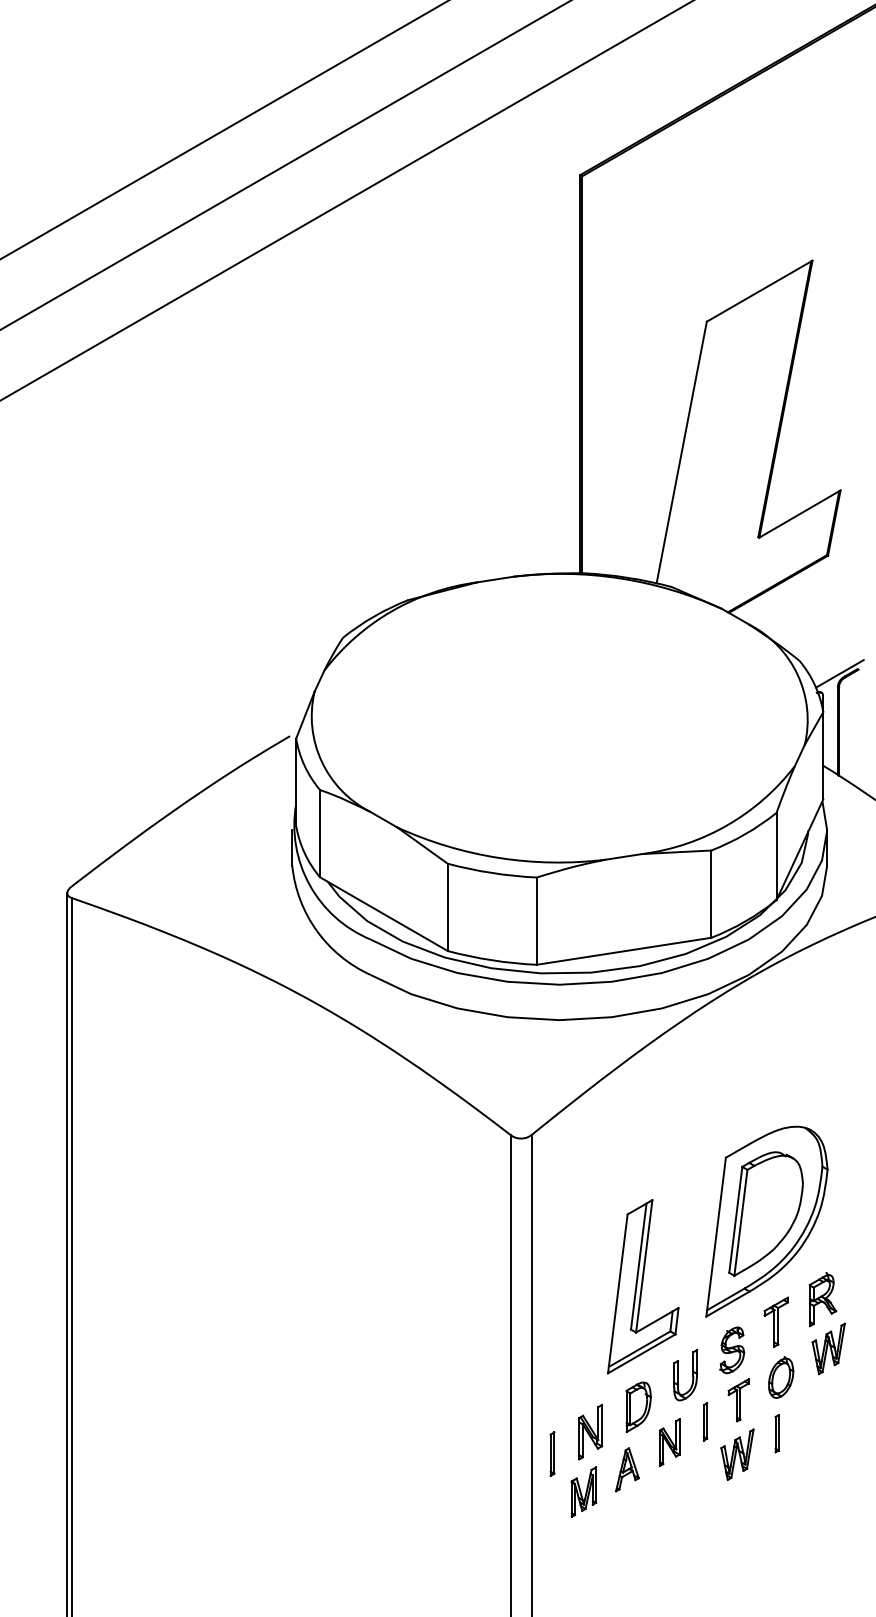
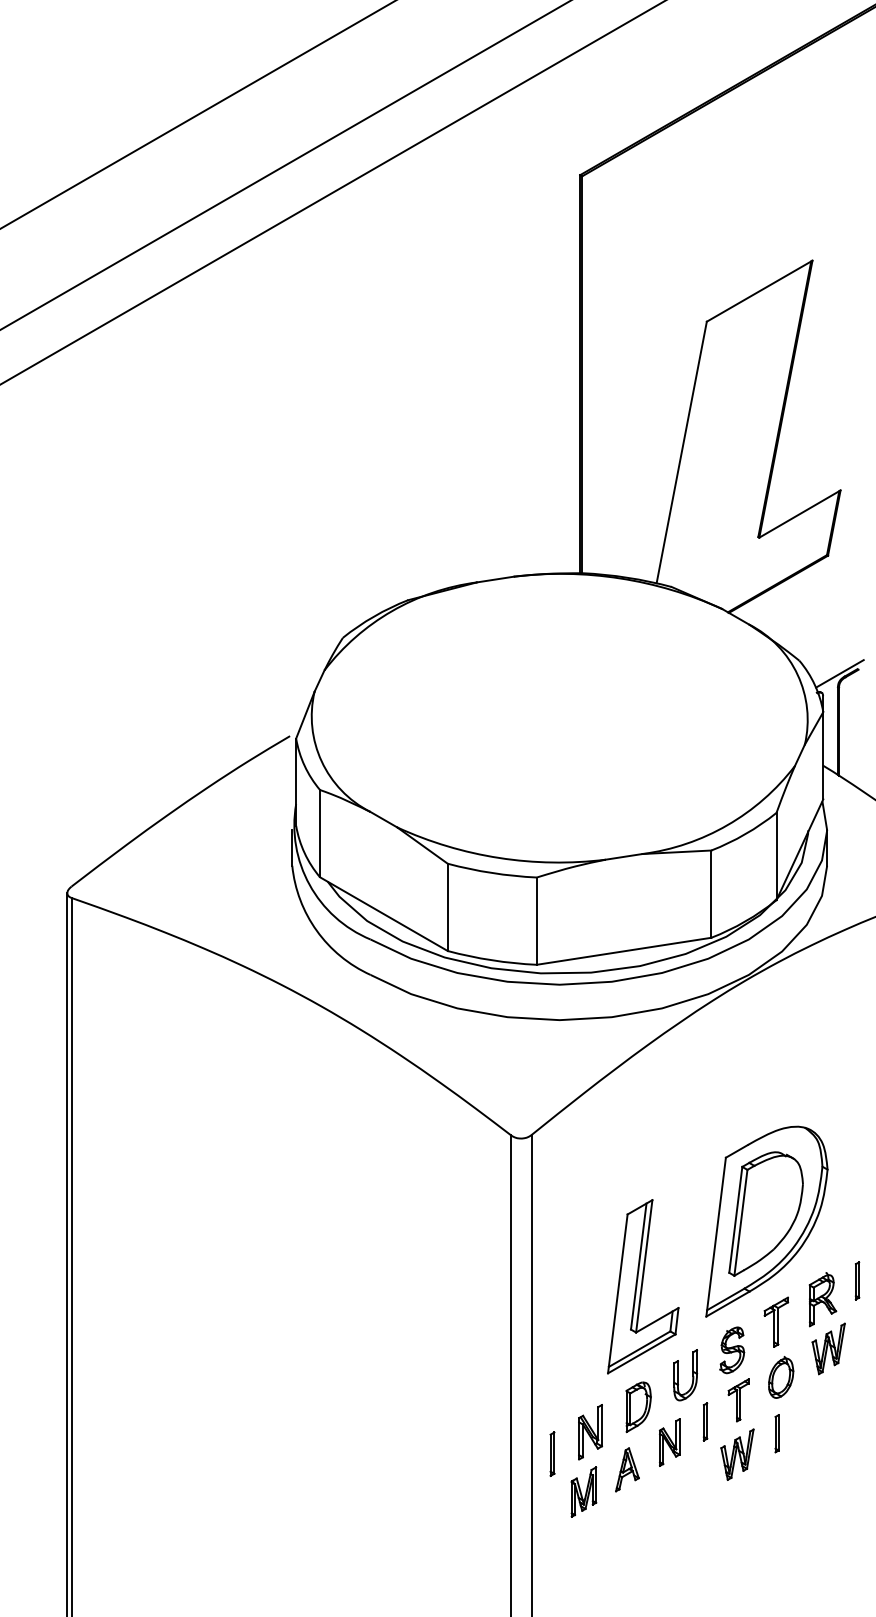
line at (224, 130) position: (224, 130) -> (197, 114)
line at (346, 200) position: (346, 200) -> (332, 192)
part at (857, 1280): none -> present
